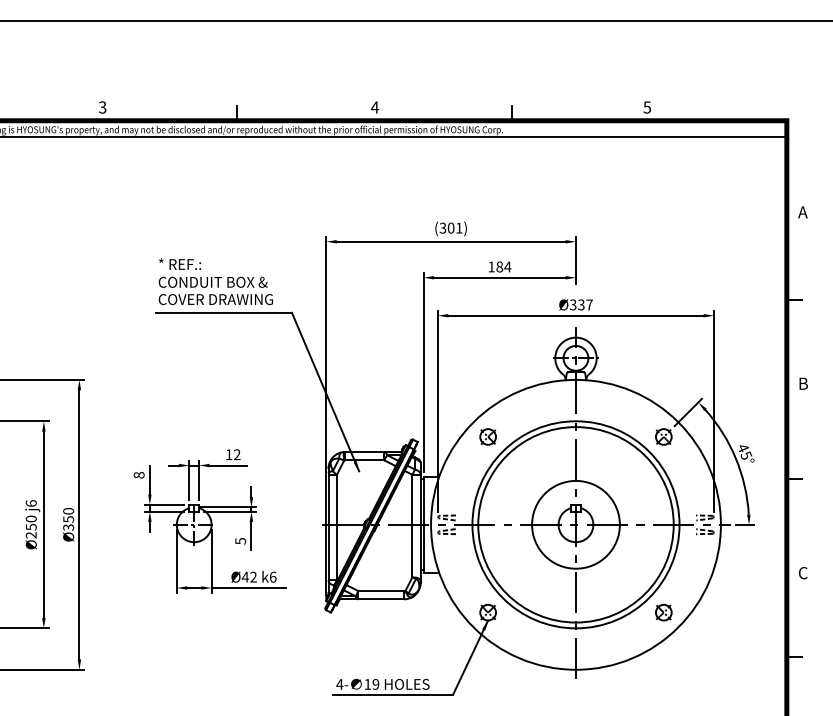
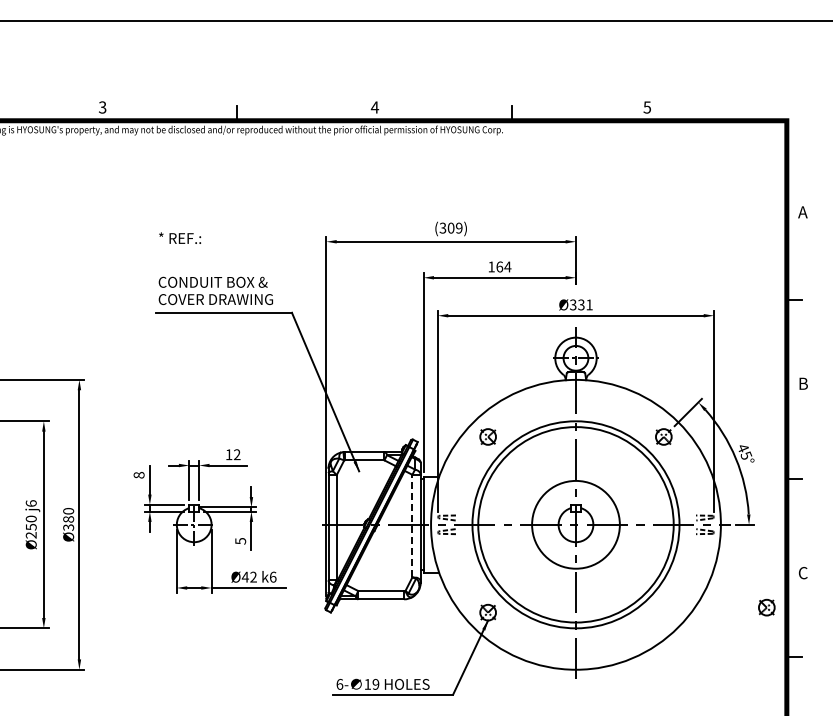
line at (394, 137): present -> none
text at (459, 227): (301) -> (309)
text at (180, 263) position: (180, 263) -> (180, 237)
text at (499, 266): 184 -> 164
text at (589, 304): Ø337 -> Ø331
text at (68, 519): Ø350 -> Ø380
line at (412, 525): solid -> dashed
part at (663, 612) position: (663, 612) -> (766, 607)
text at (339, 683): 4- -> 6-
